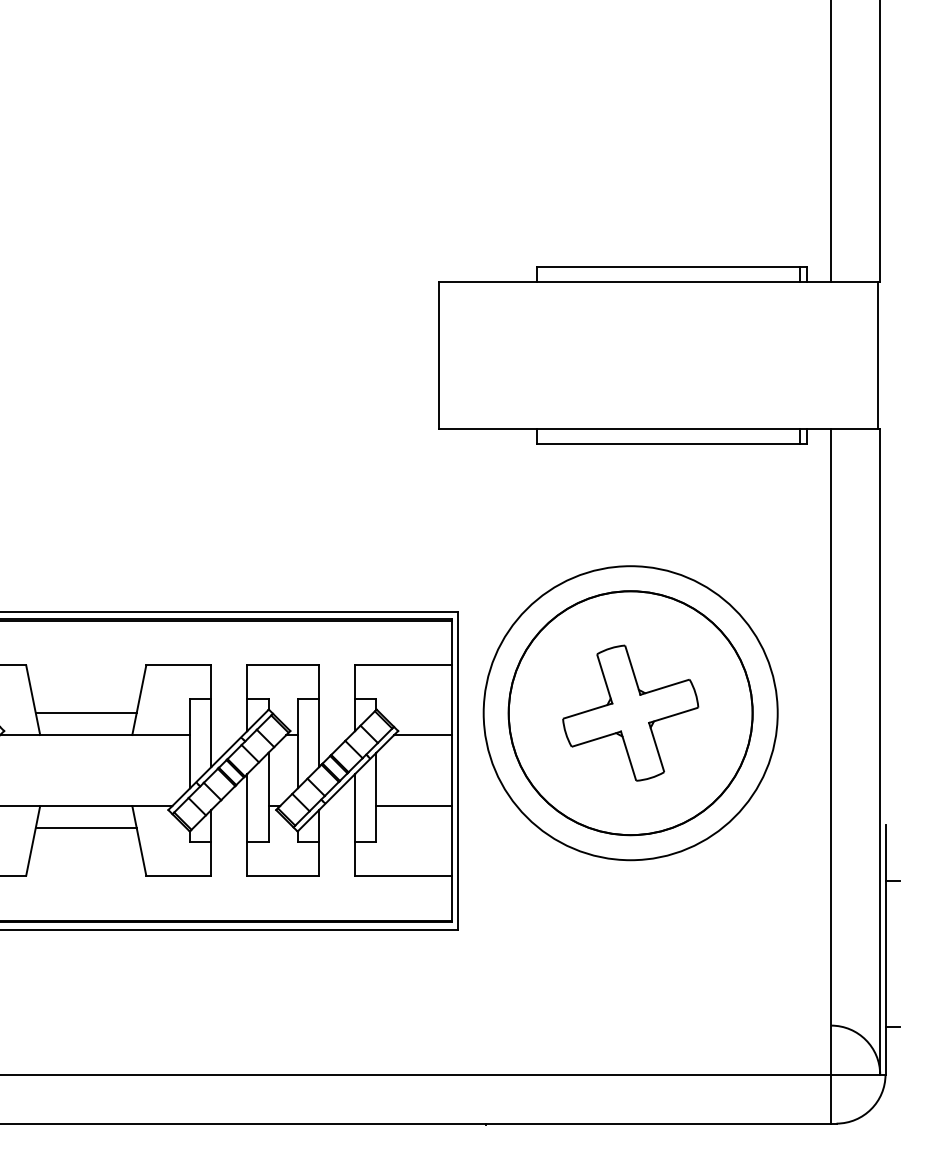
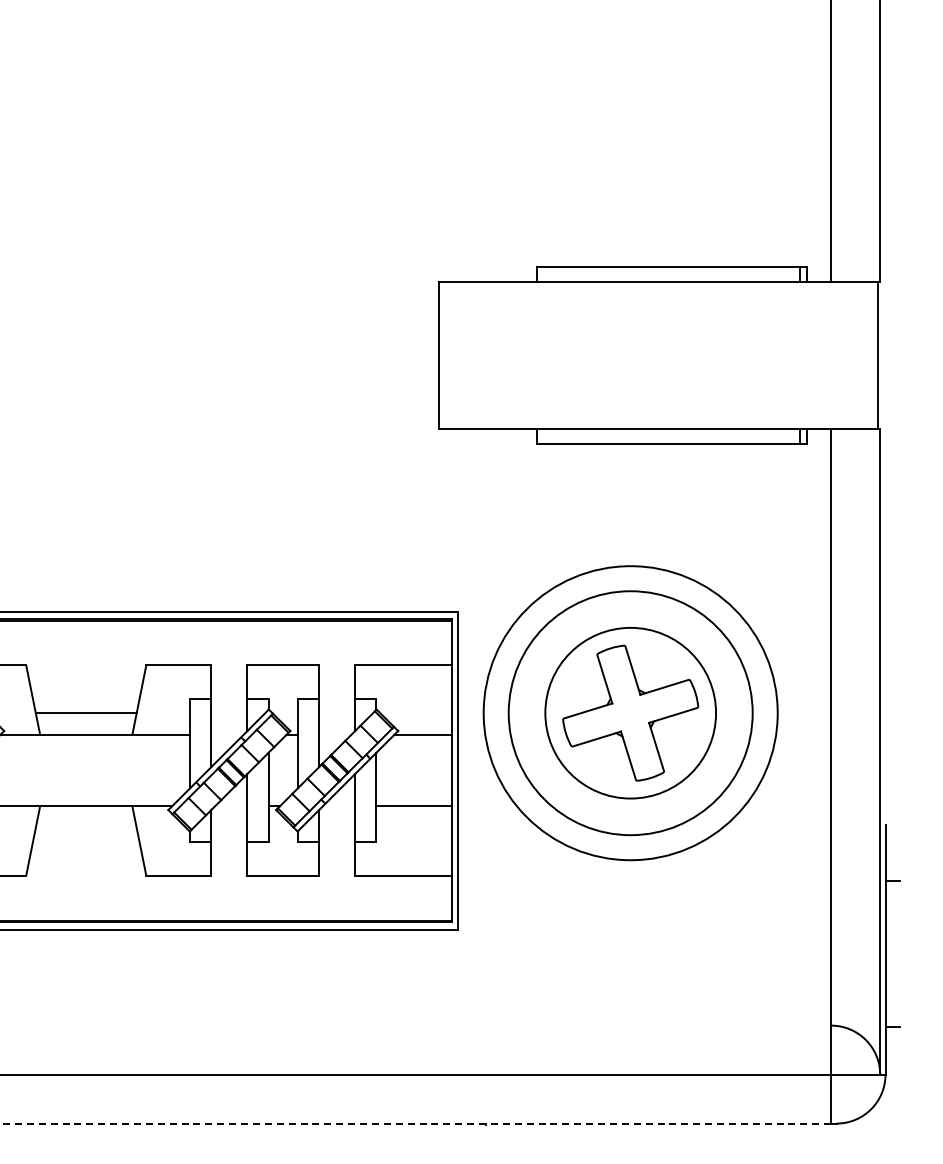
circle at (630, 713) diameter: 244 px -> 171 px
line at (85, 828): present -> none
line at (415, 1123): solid -> dashed
